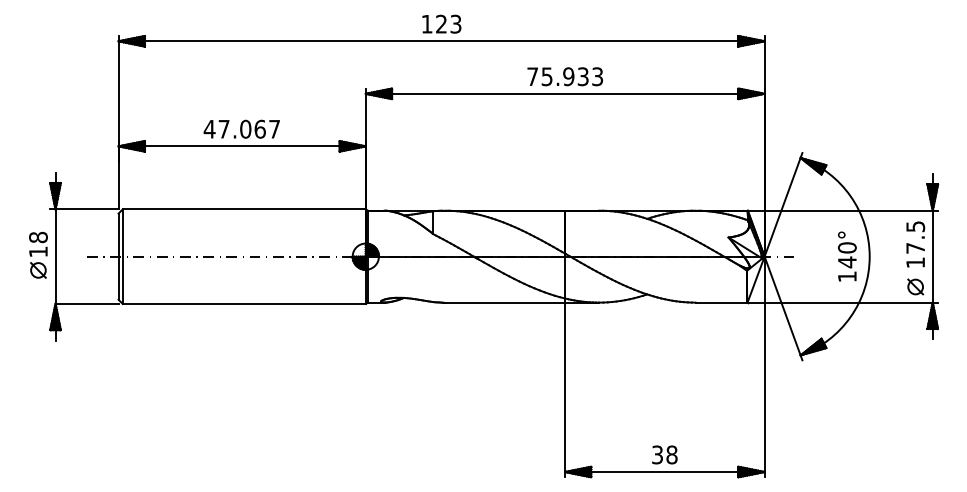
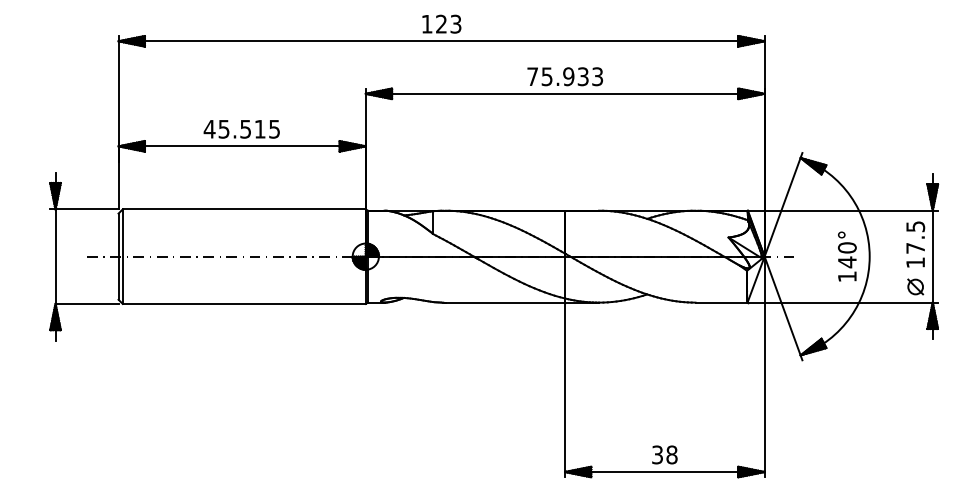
text at (248, 128): 47.067 -> 45.515
part at (38, 254): present -> none
